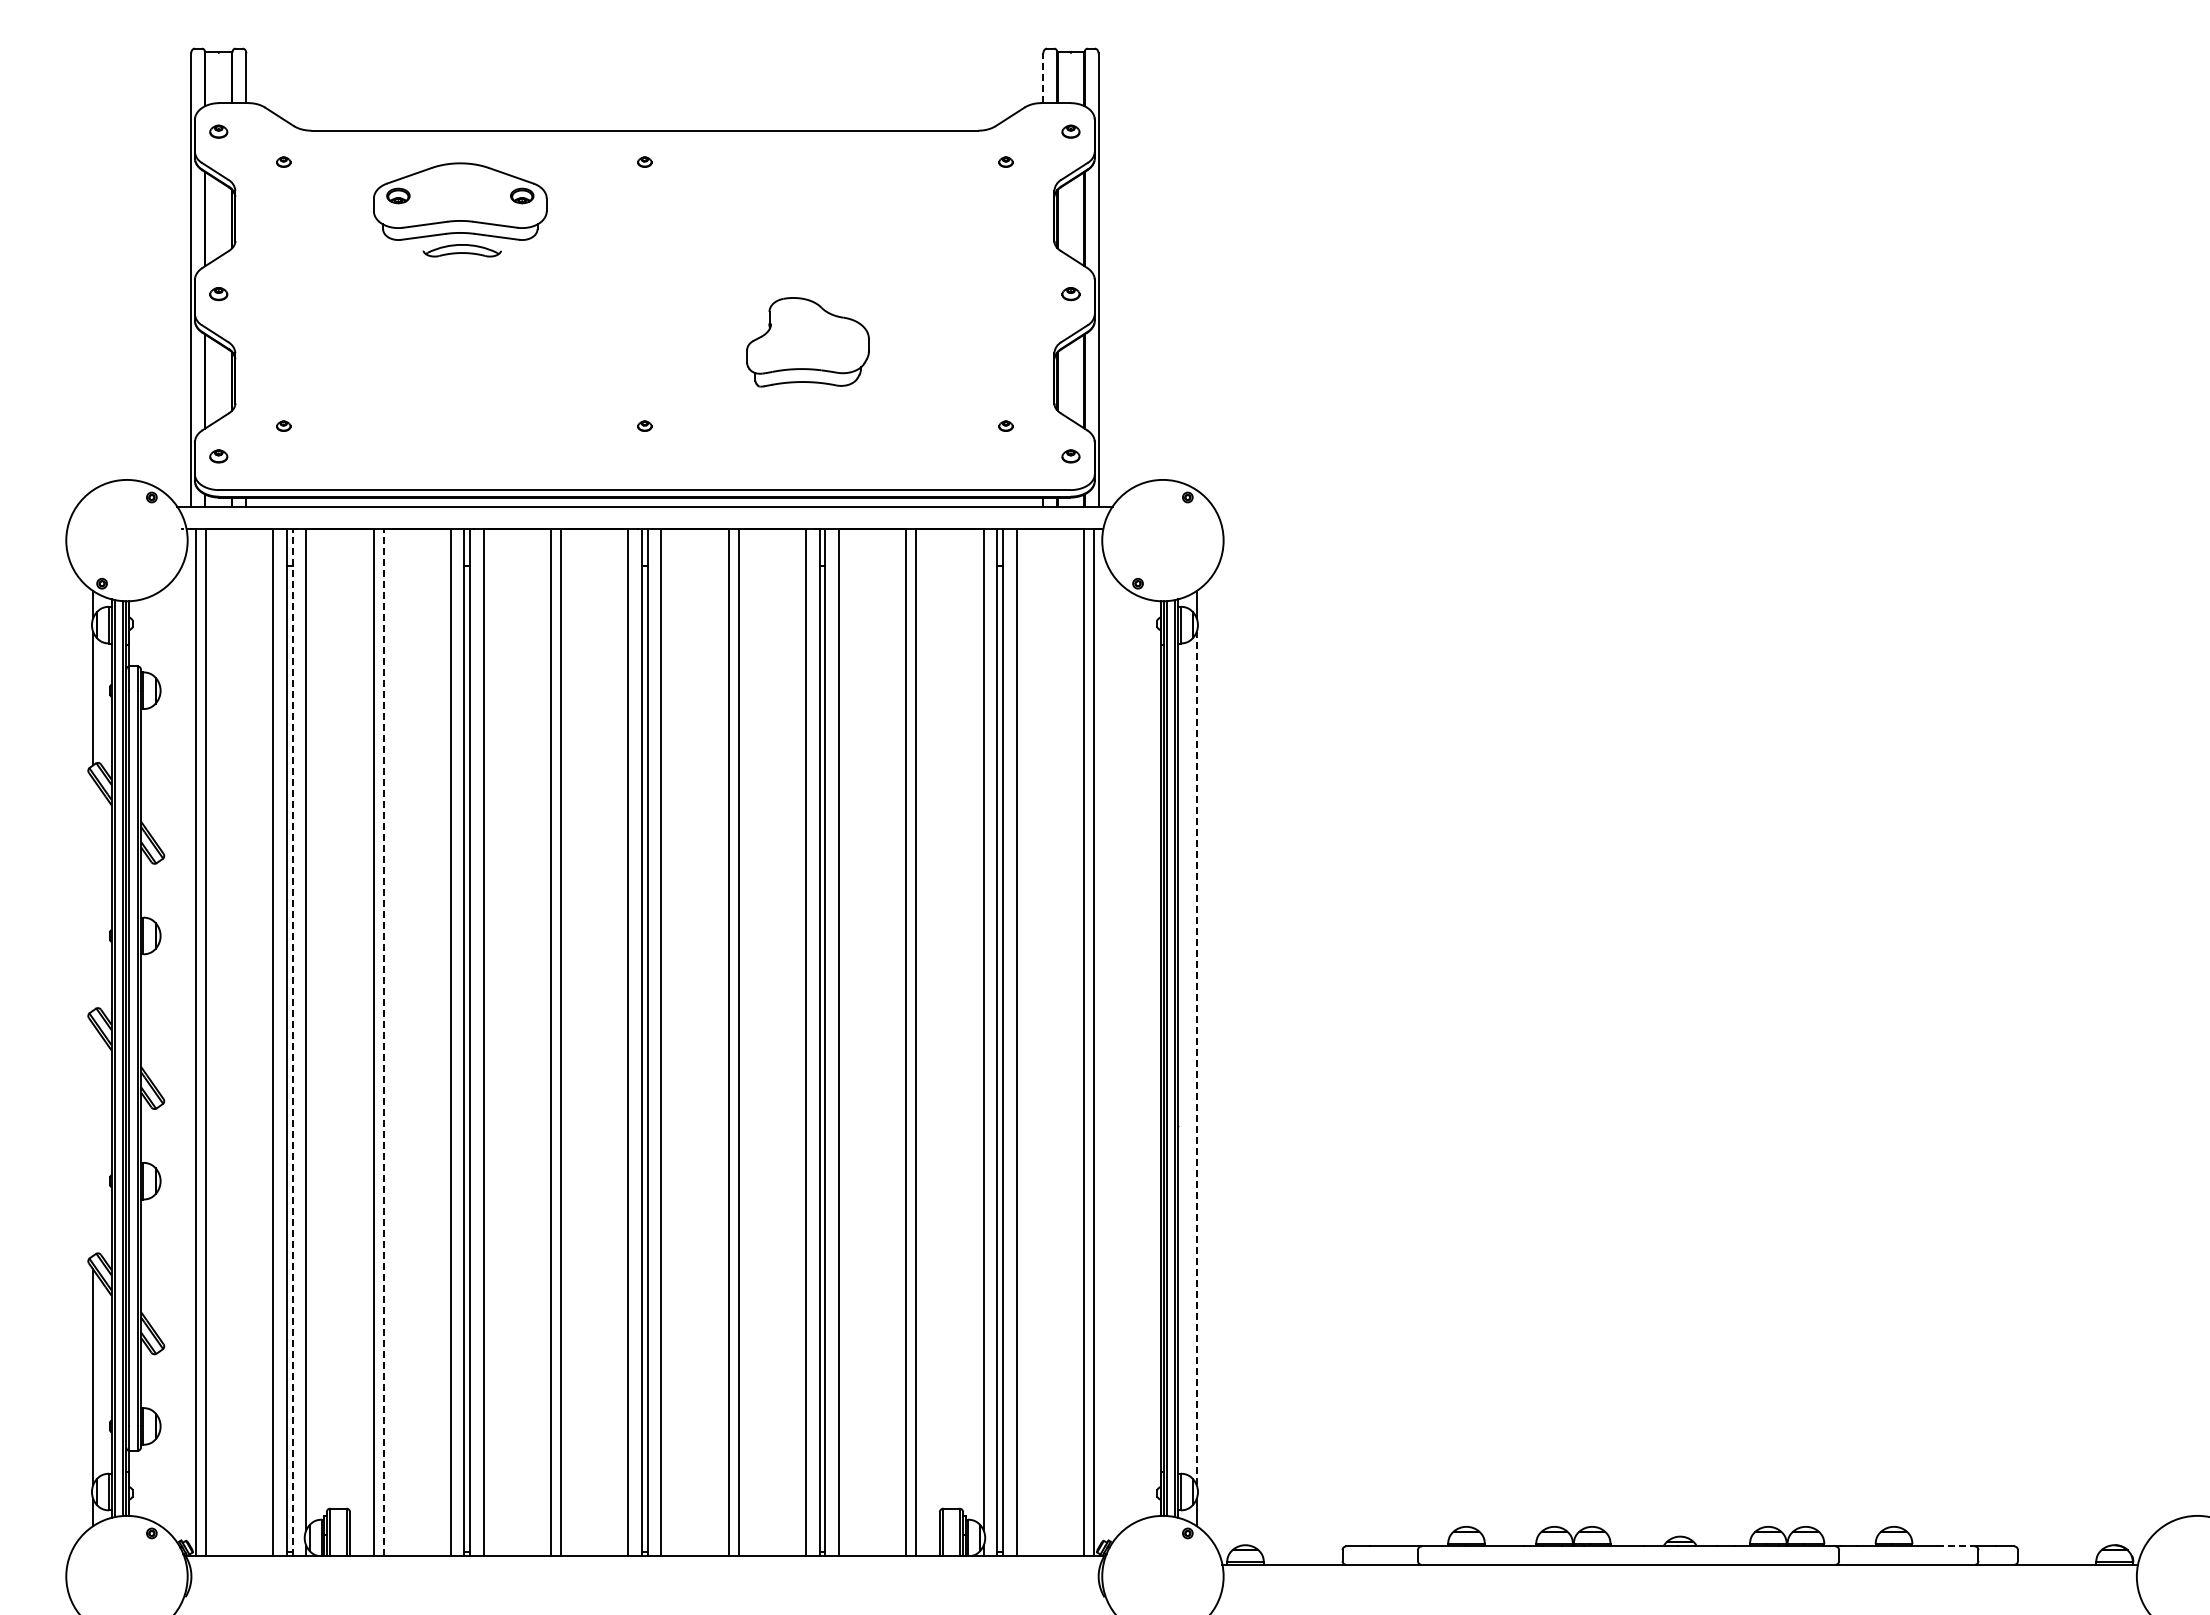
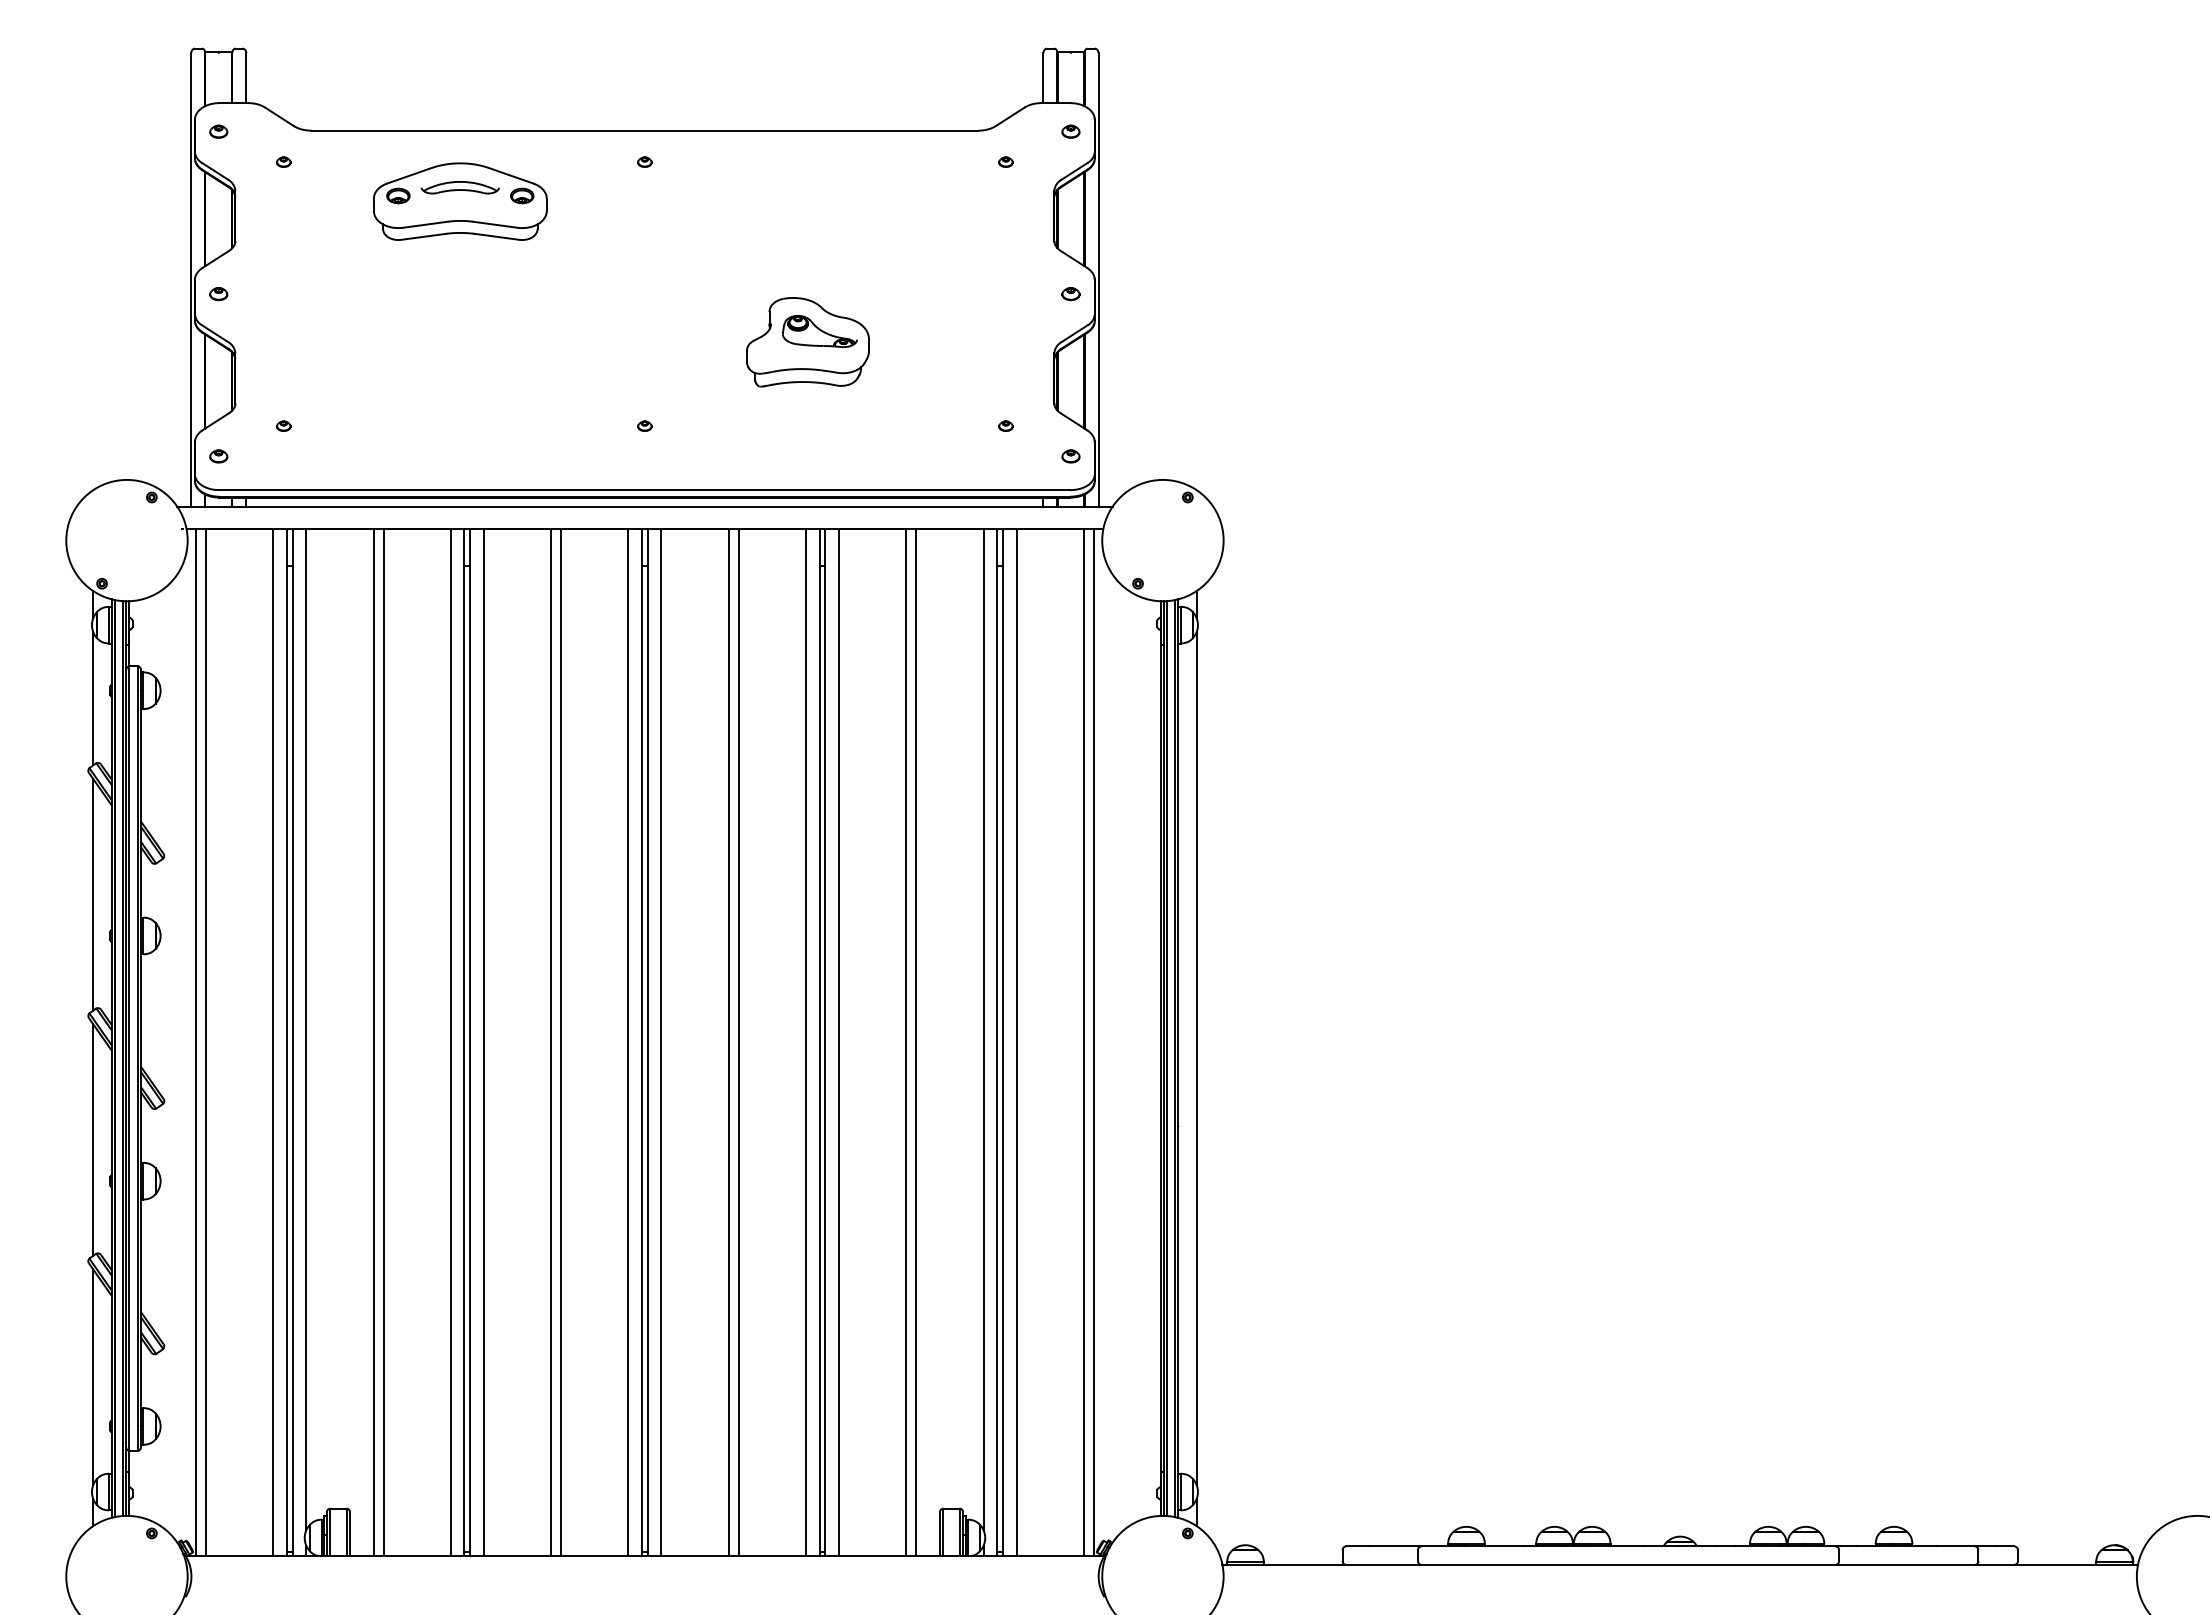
line at (1043, 78): dashed -> solid
part at (461, 250) position: (461, 250) -> (459, 187)
part at (819, 331): none -> present
line at (93, 894): none -> present
line at (292, 1042): dashed -> solid
line at (383, 1042): dashed -> solid
line at (1196, 1058): dashed -> solid
line at (93, 1139): none -> present
line at (1956, 1546): dashed -> solid
